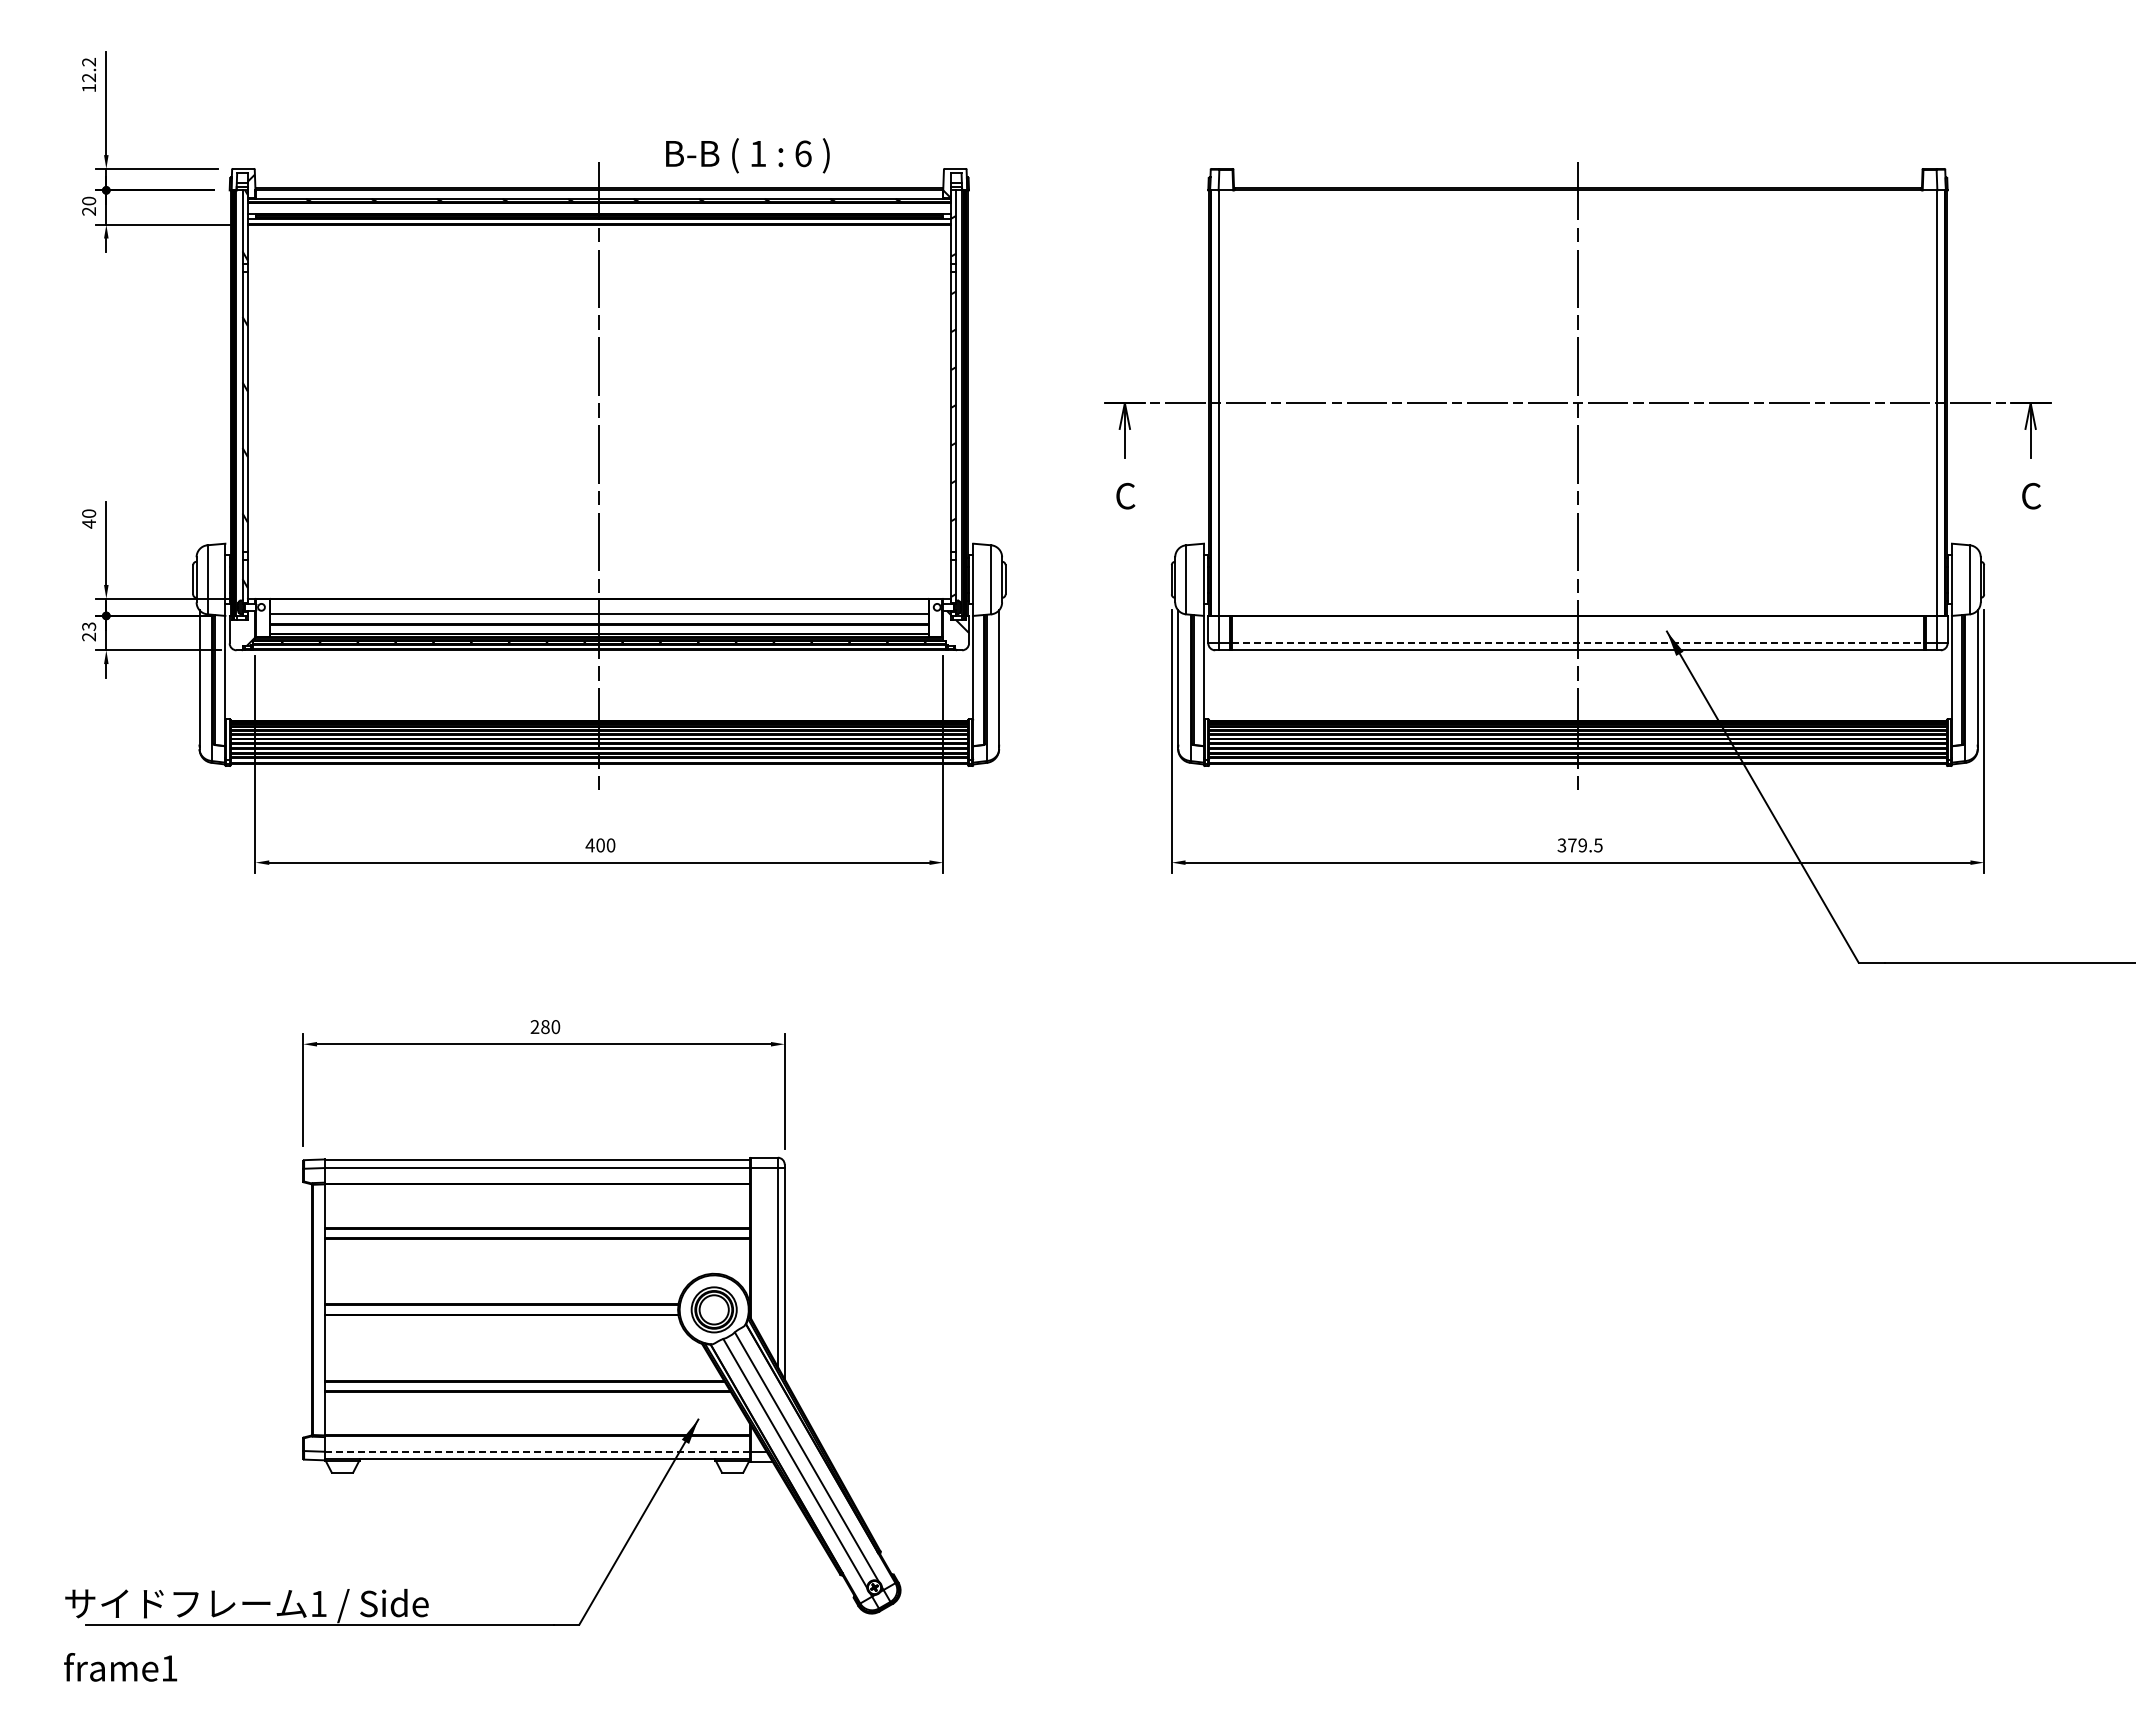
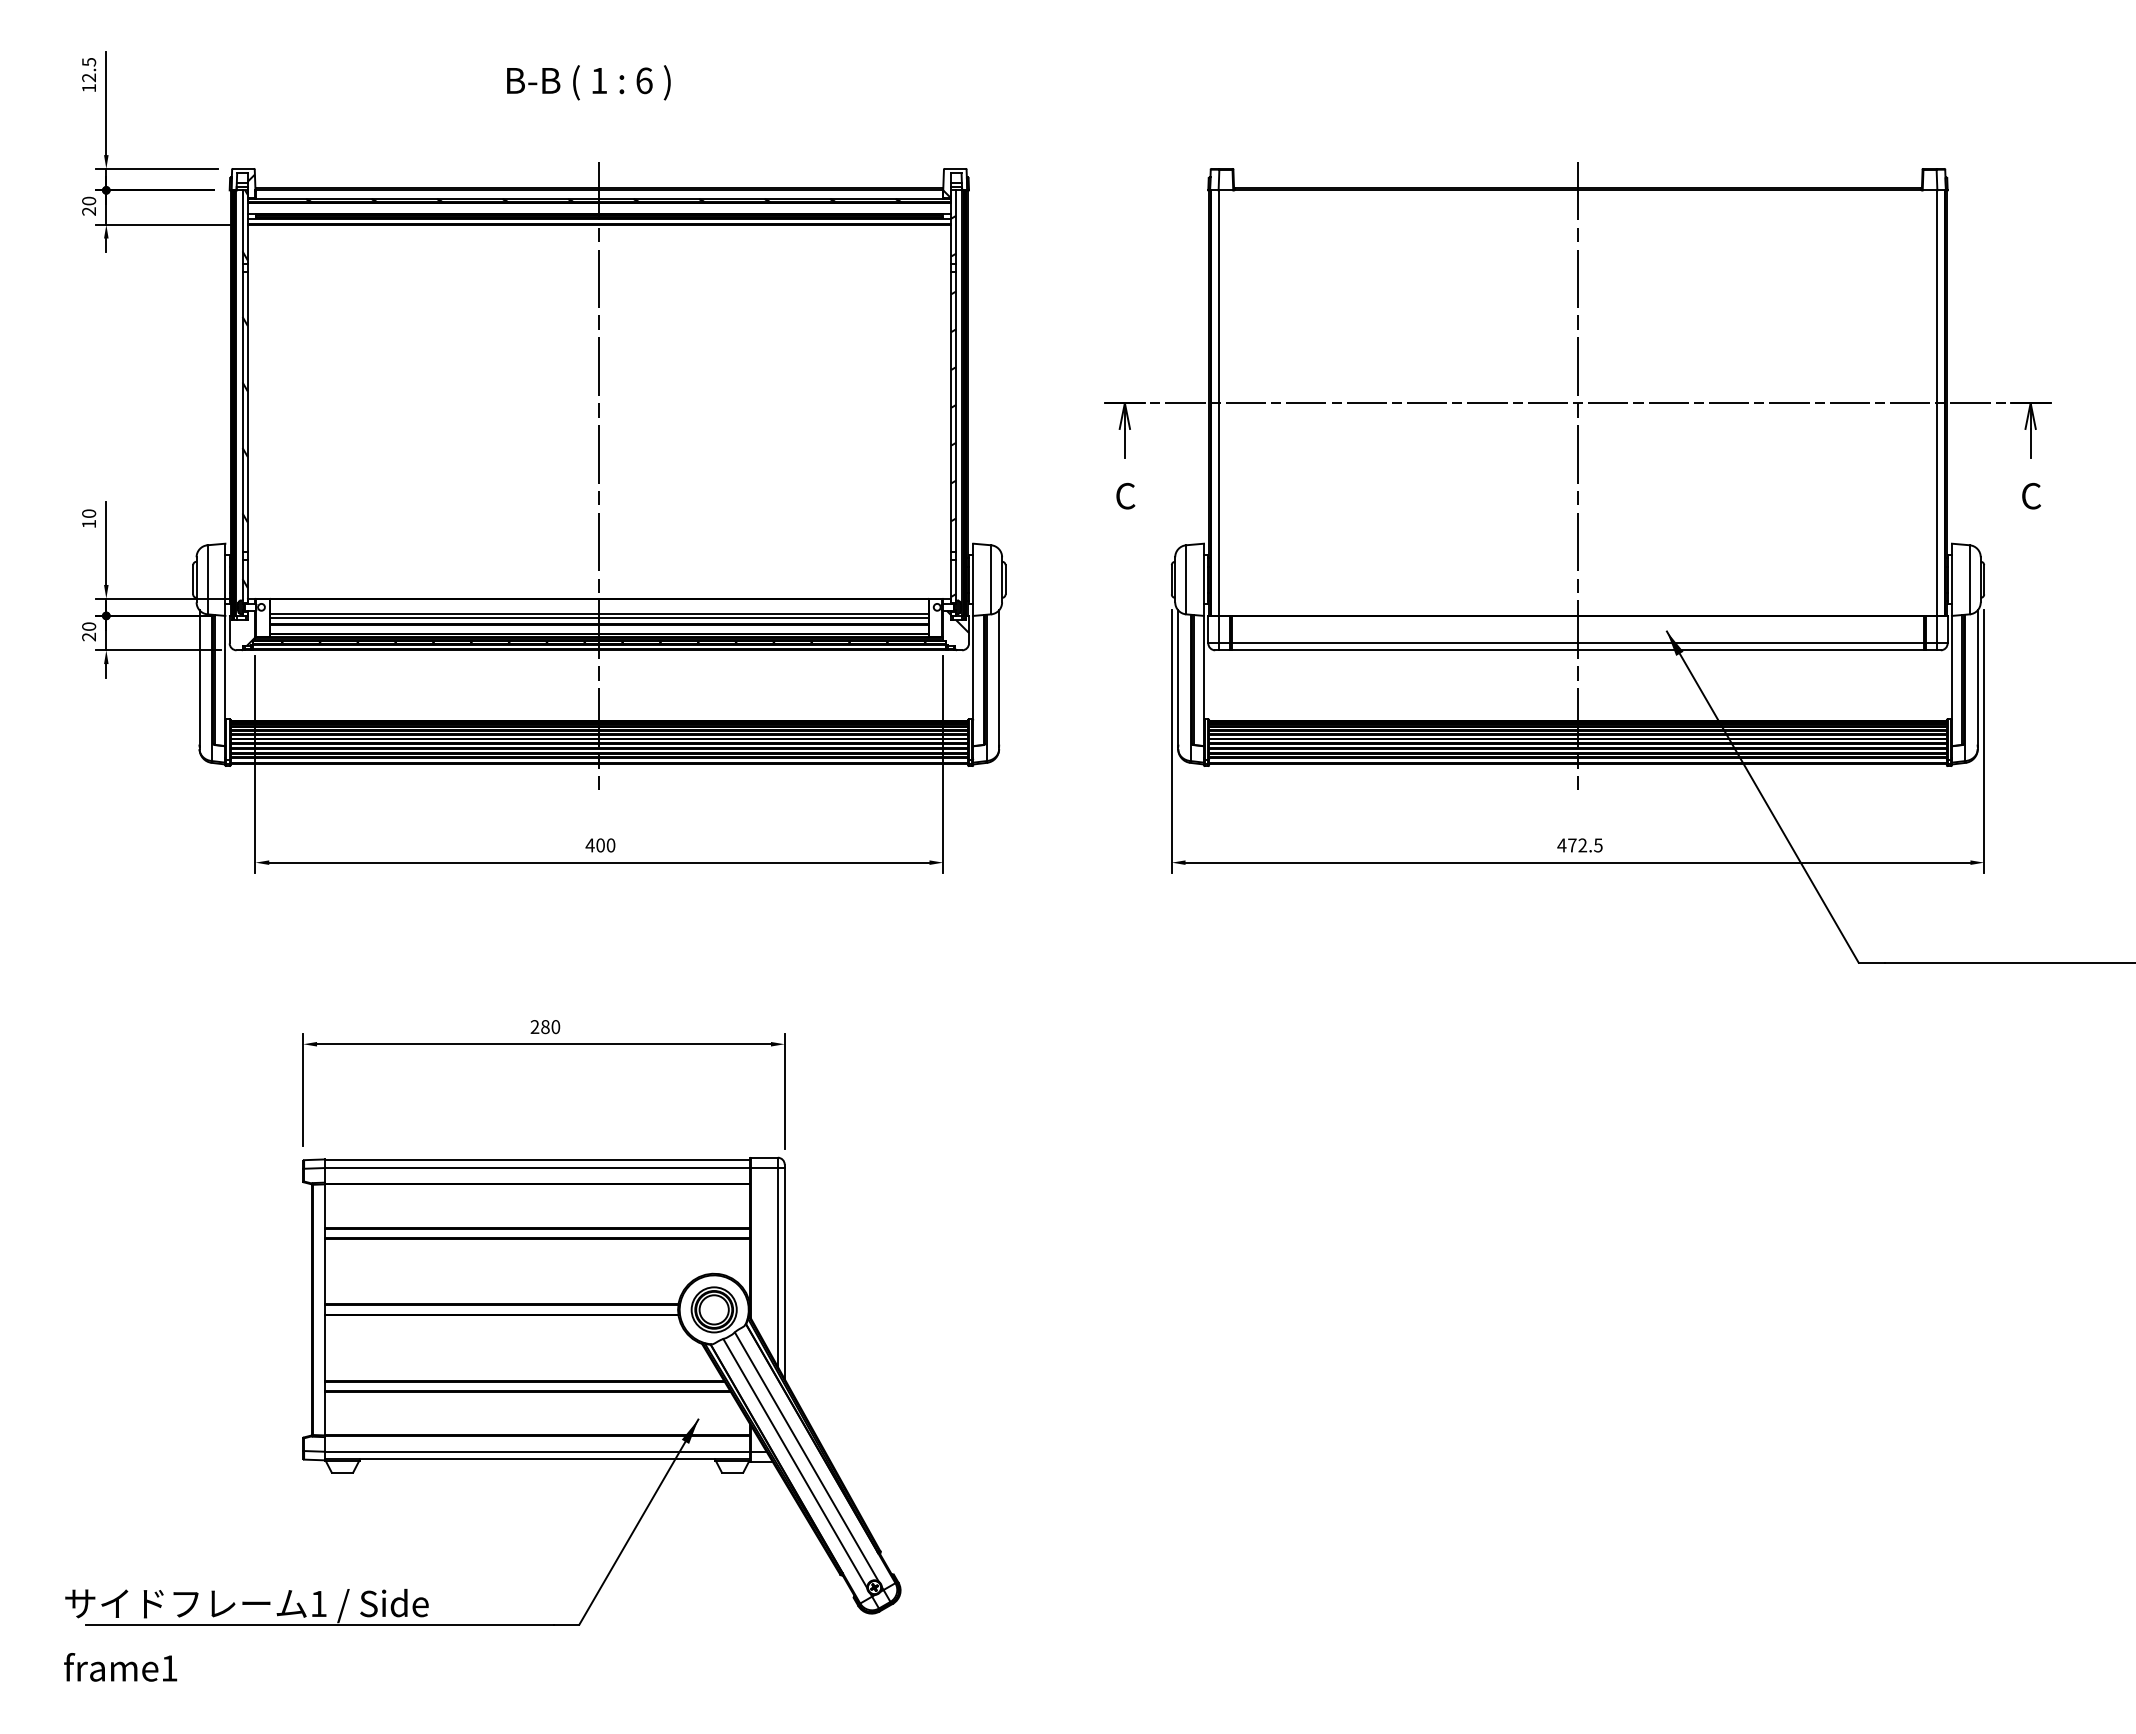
text at (89, 62): 12.2 -> 12.5
text at (747, 155) position: (747, 155) -> (588, 82)
text at (88, 523): 40 -> 10
line at (599, 617): none -> present
text at (88, 626): 23 -> 20
line at (1578, 643): dashed -> solid
text at (1572, 845): 379.5 -> 472.5
line at (537, 1451): dashed -> solid
